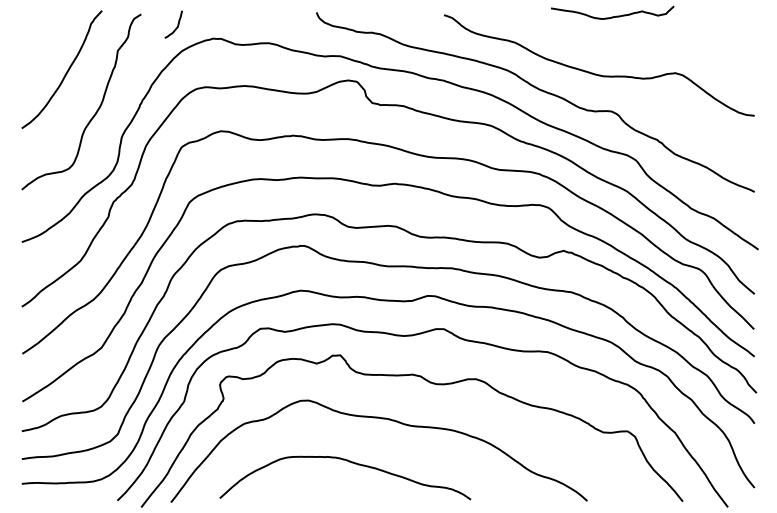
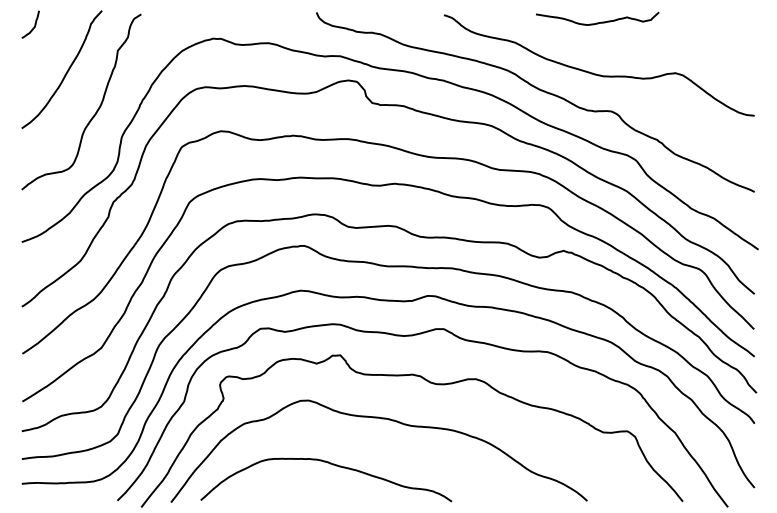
curve at (612, 16) position: (612, 16) -> (597, 22)
curve at (176, 26) position: (176, 26) -> (33, 26)
curve at (351, 463) position: (351, 463) -> (332, 465)
